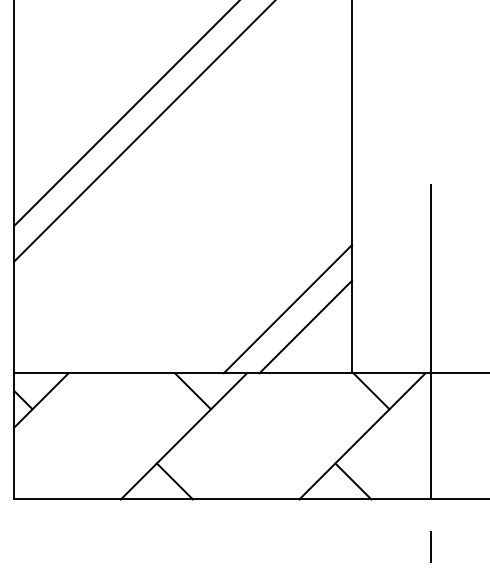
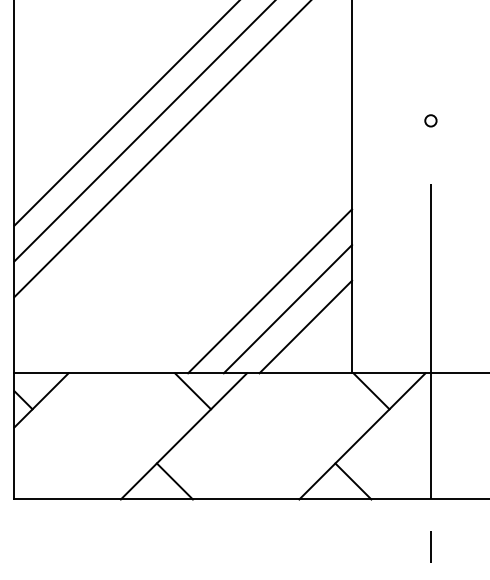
circle at (430, 120): none -> present
line at (161, 149): none -> present
line at (270, 291): none -> present
